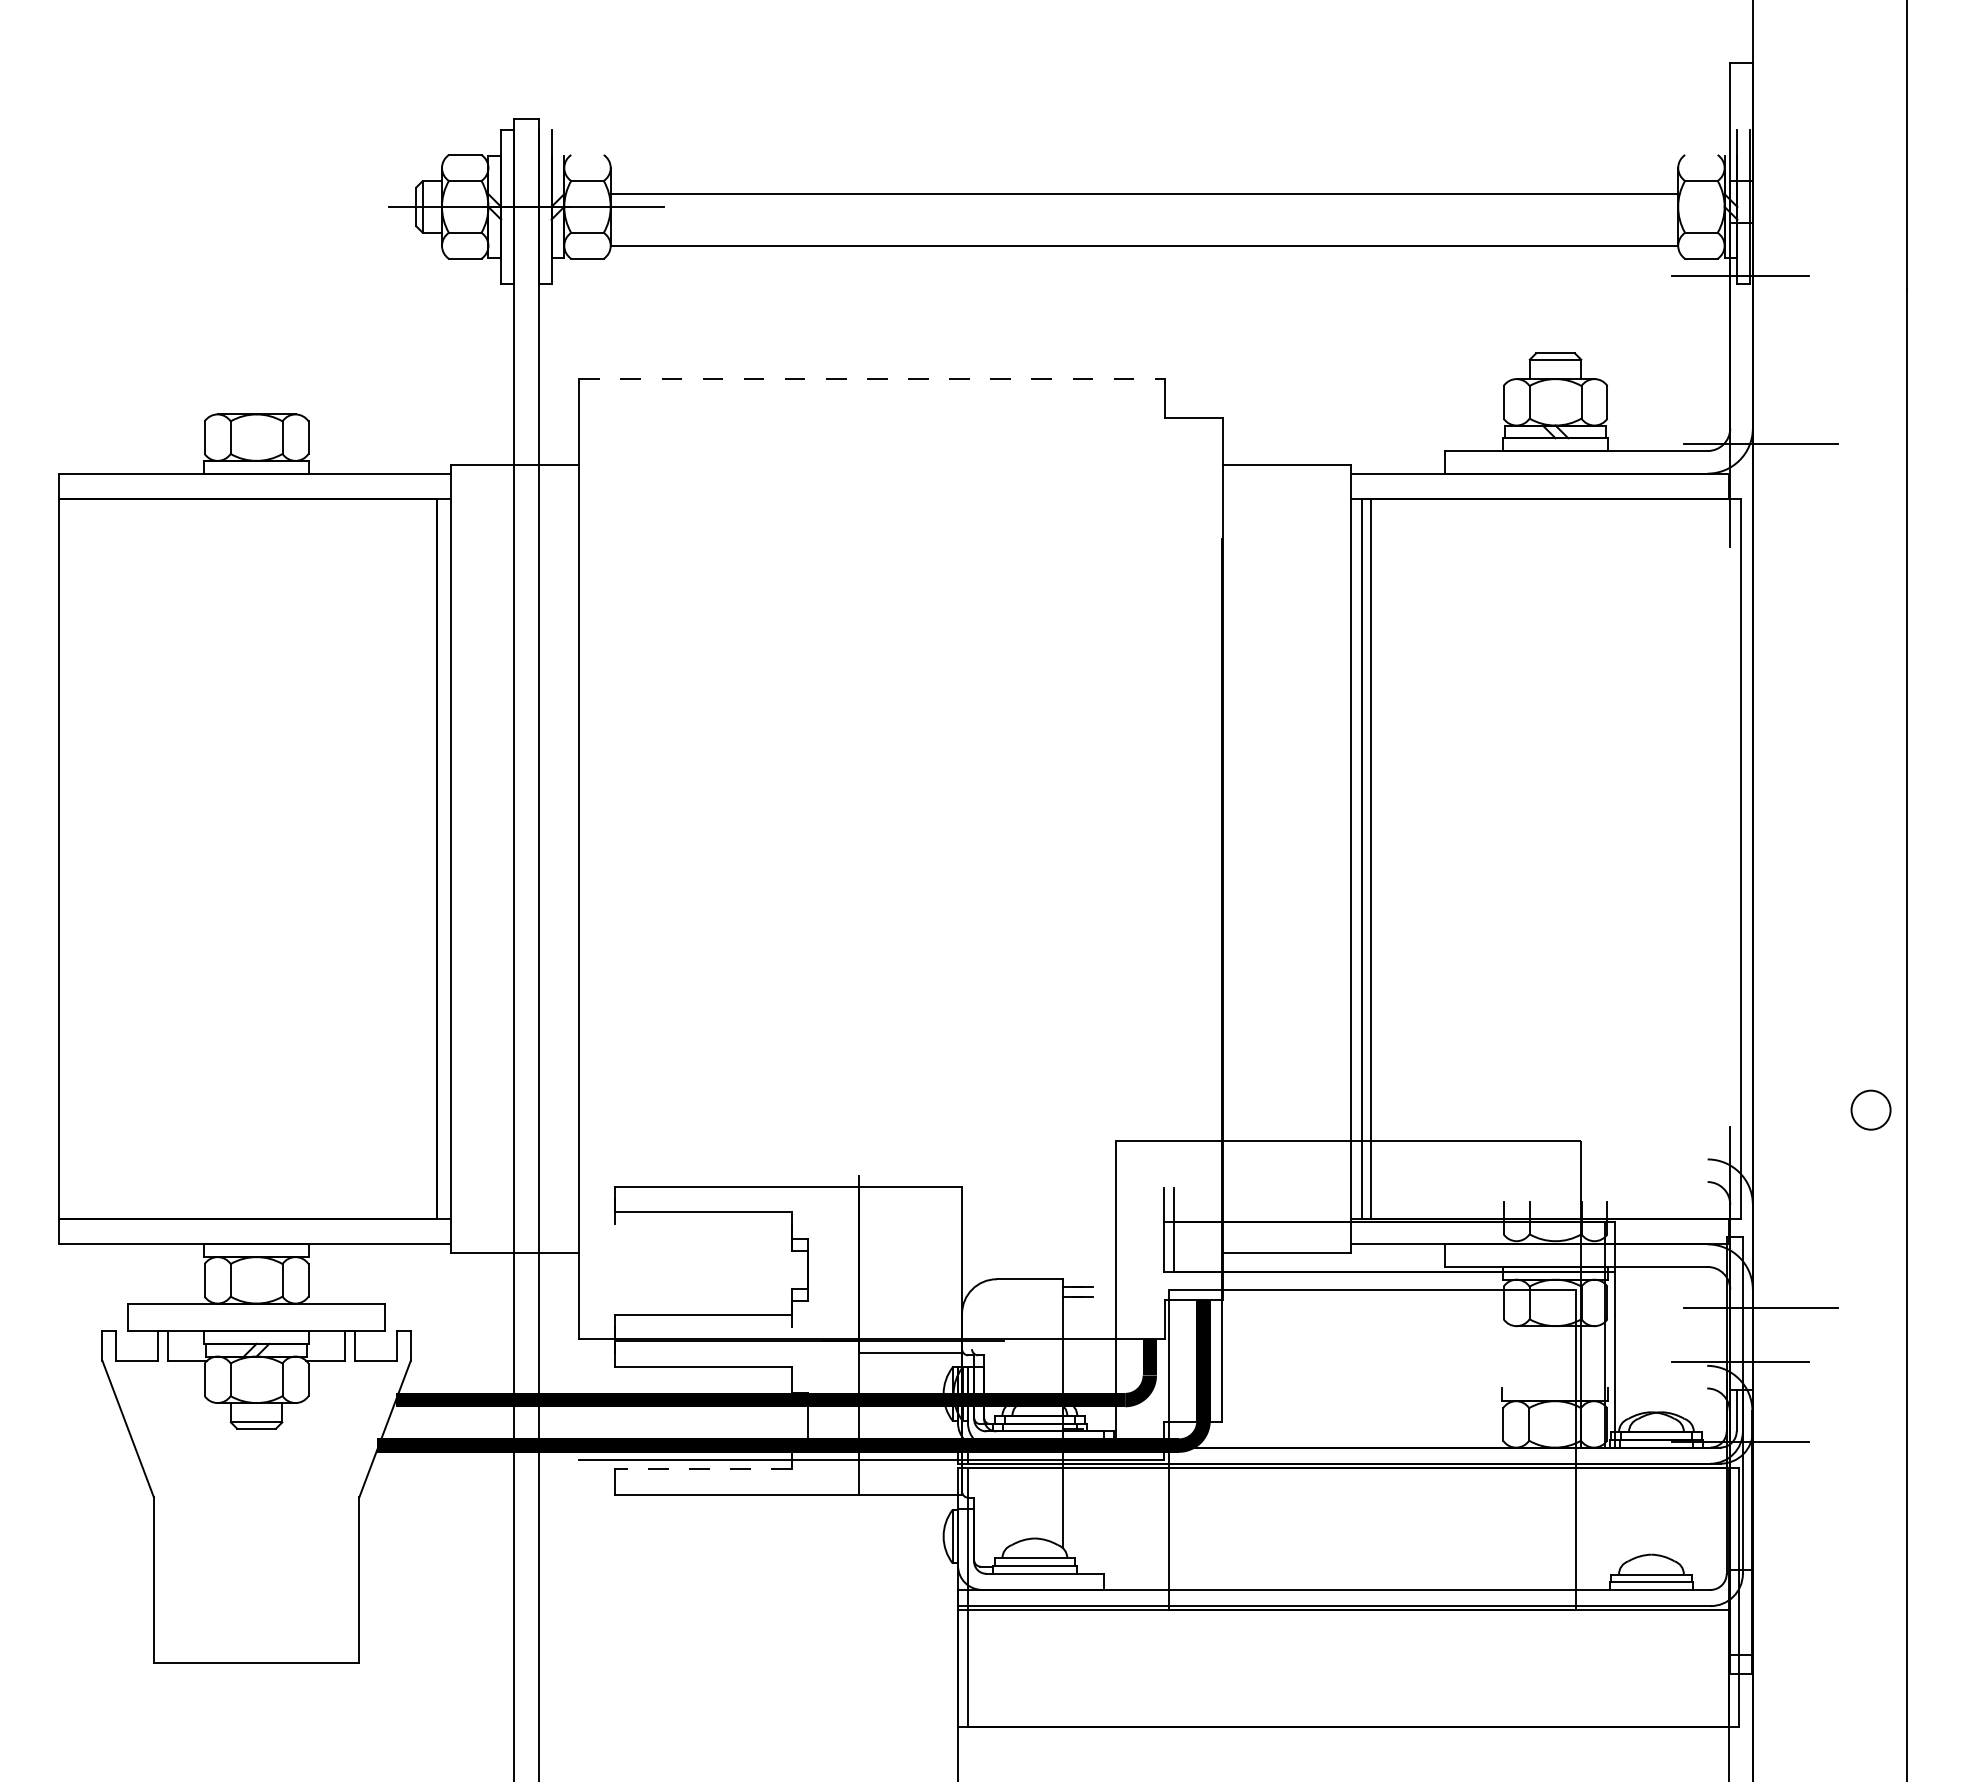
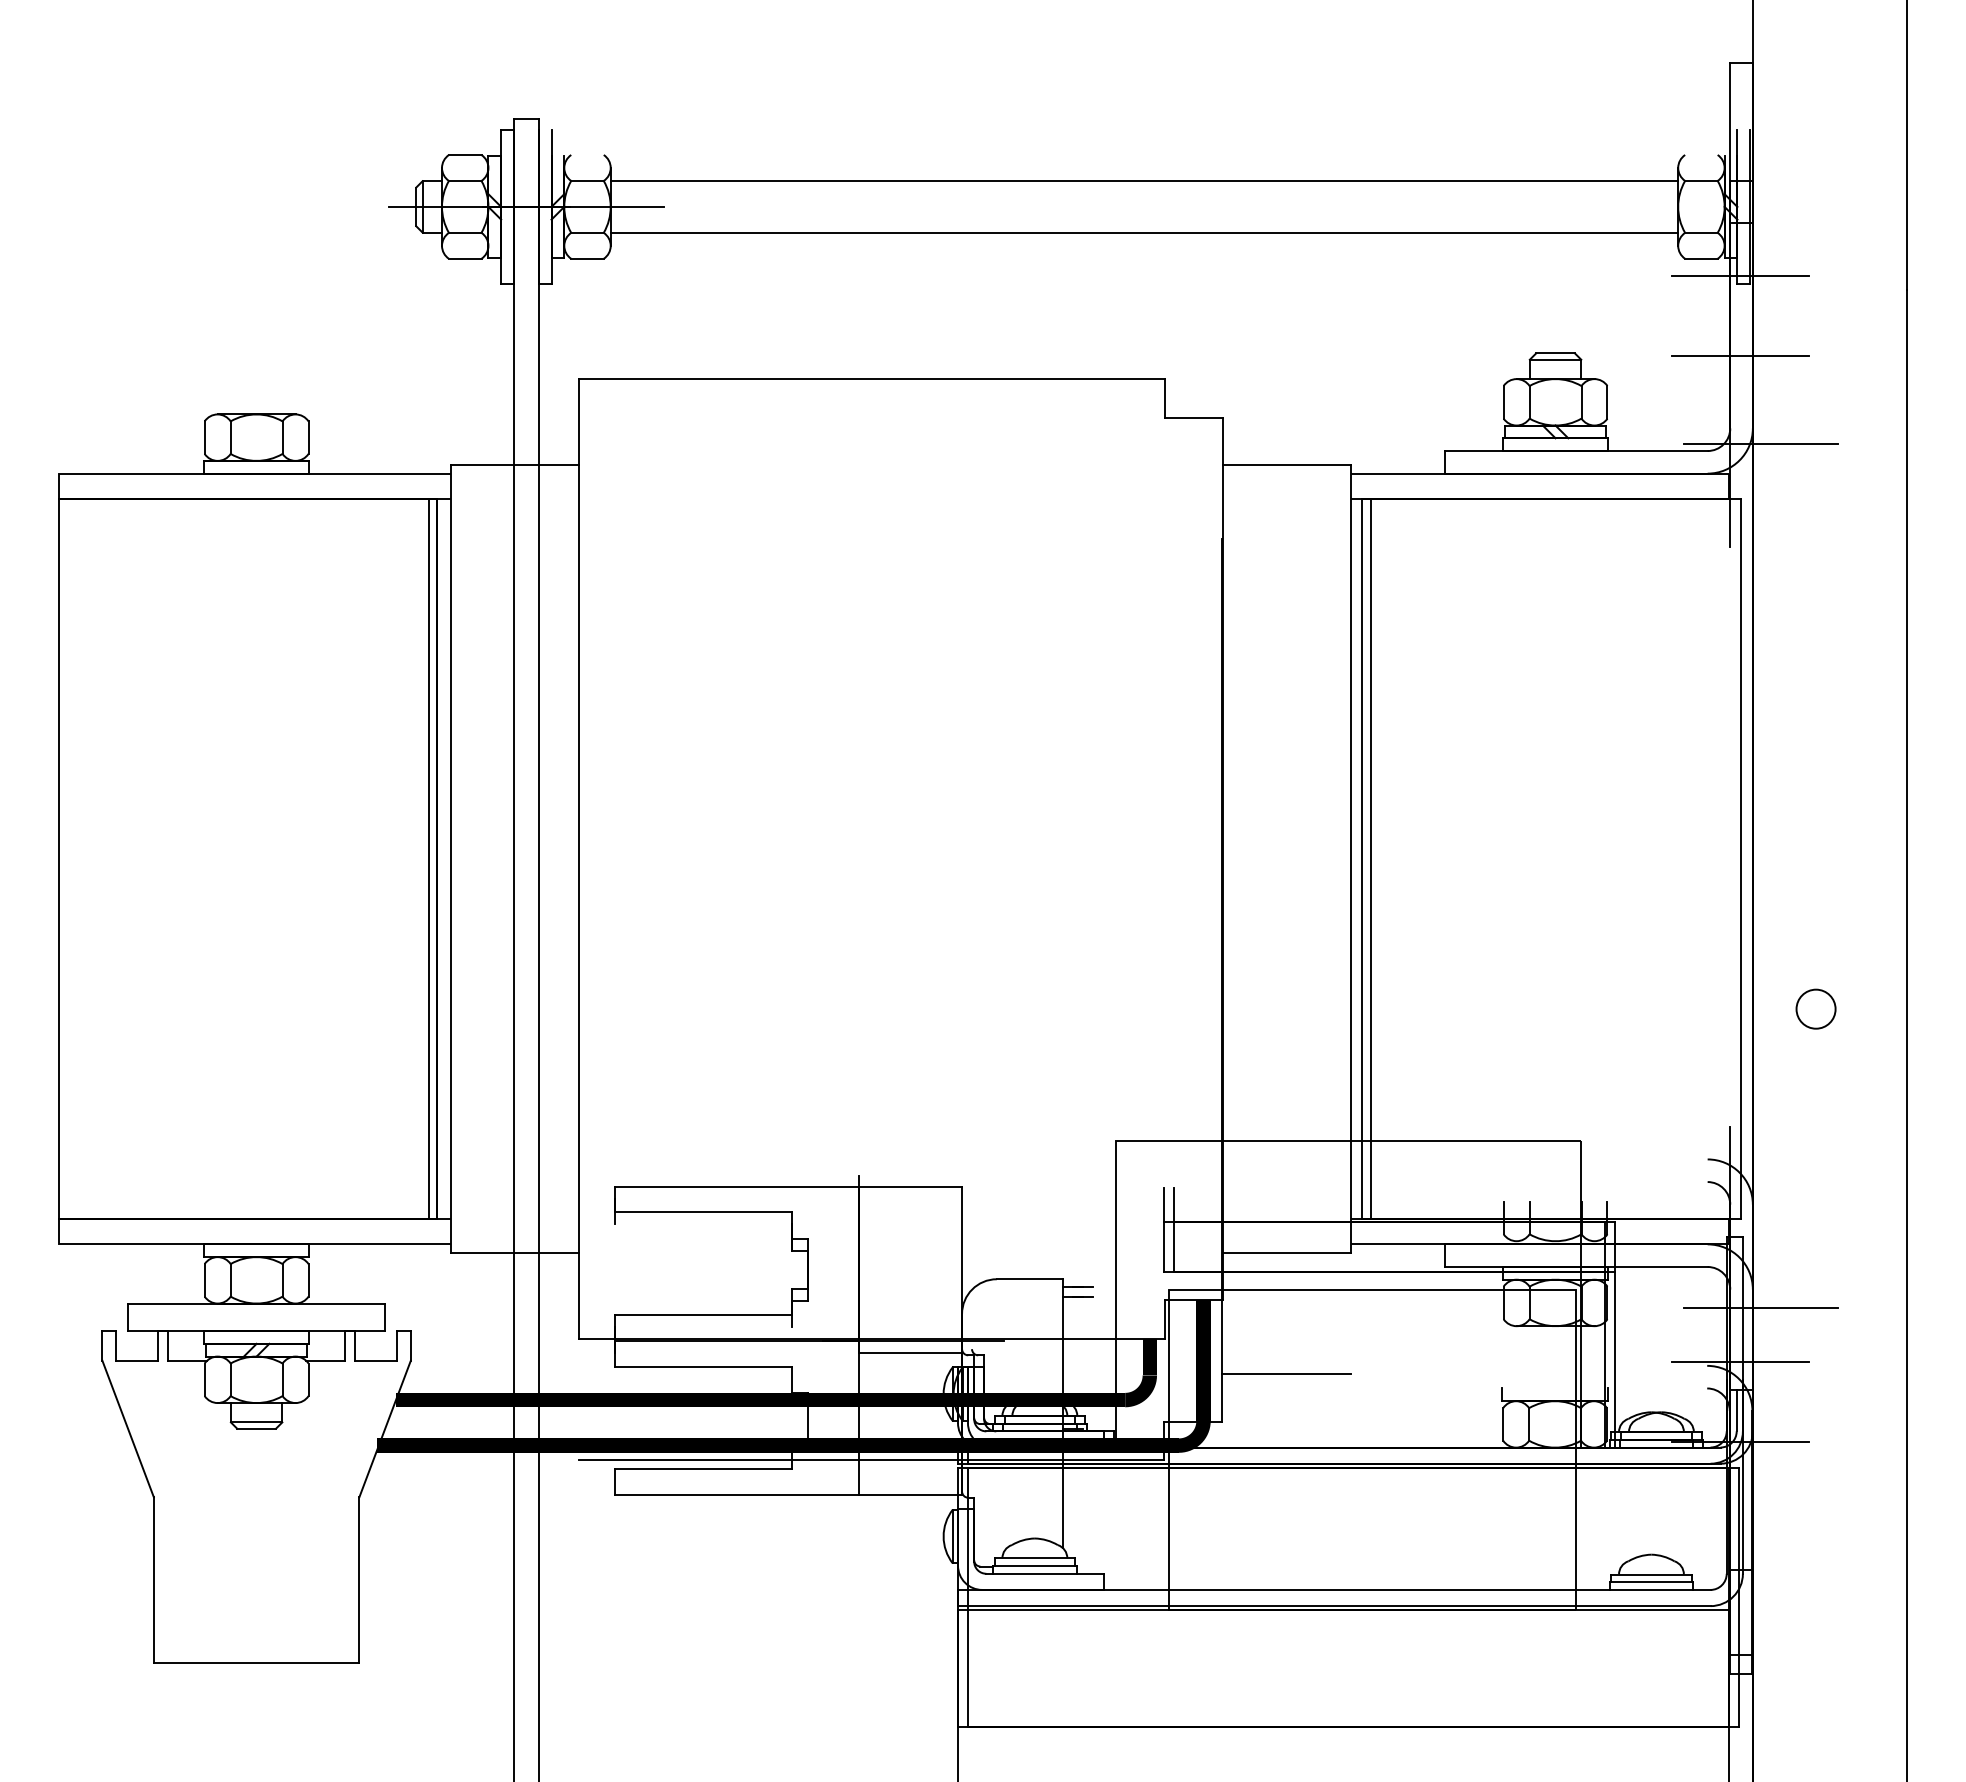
line at (1144, 194) position: (1144, 194) -> (1144, 181)
line at (1144, 245) position: (1144, 245) -> (1144, 232)
line at (1740, 356): none -> present
line at (871, 379): dashed -> solid
line at (428, 858): none -> present
circle at (1870, 1109) position: (1870, 1109) -> (1815, 1008)
line at (1286, 1374): none -> present
line at (703, 1469): dashed -> solid
